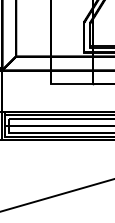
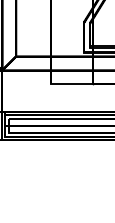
line at (56, 195): present -> none
